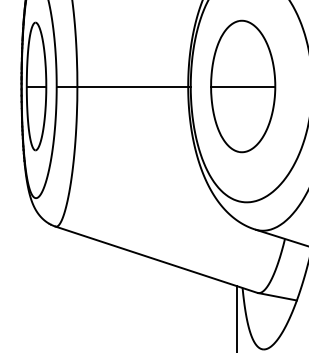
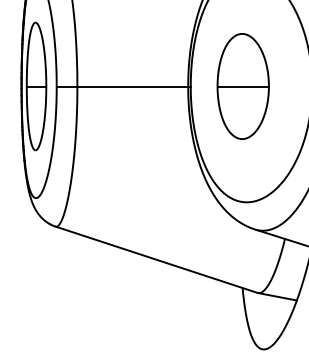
part at (243, 86) size: 67x135 px -> 54x107 px
line at (236, 317): present -> none
